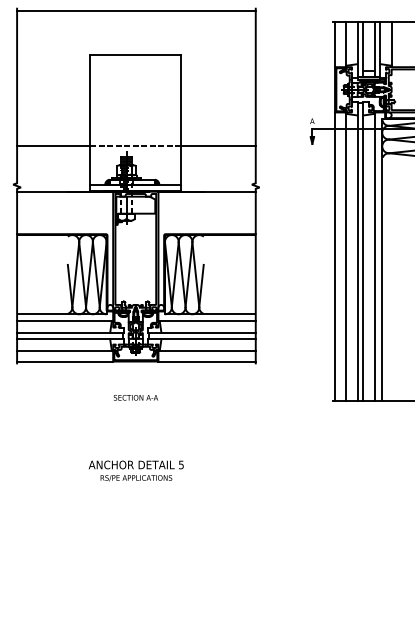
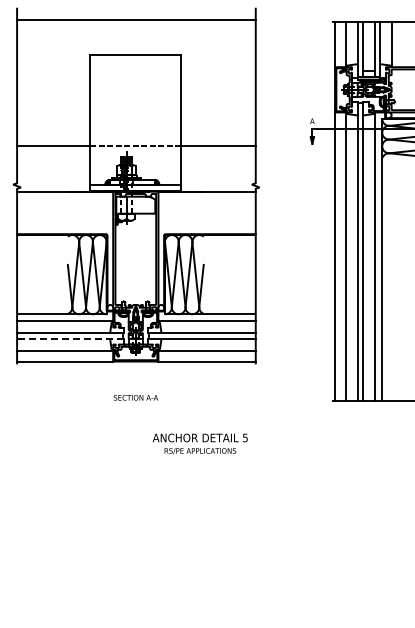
line at (136, 10) position: (136, 10) -> (136, 19)
line at (70, 338): solid -> dashed
text at (135, 470) position: (135, 470) -> (199, 443)
